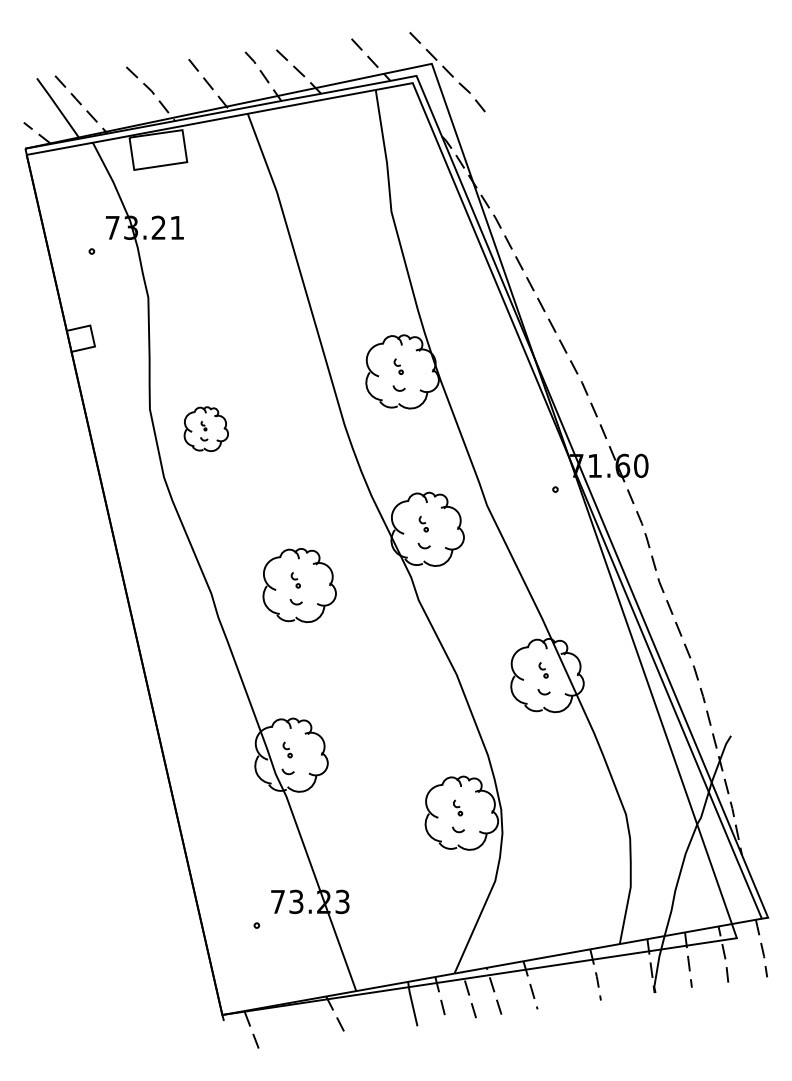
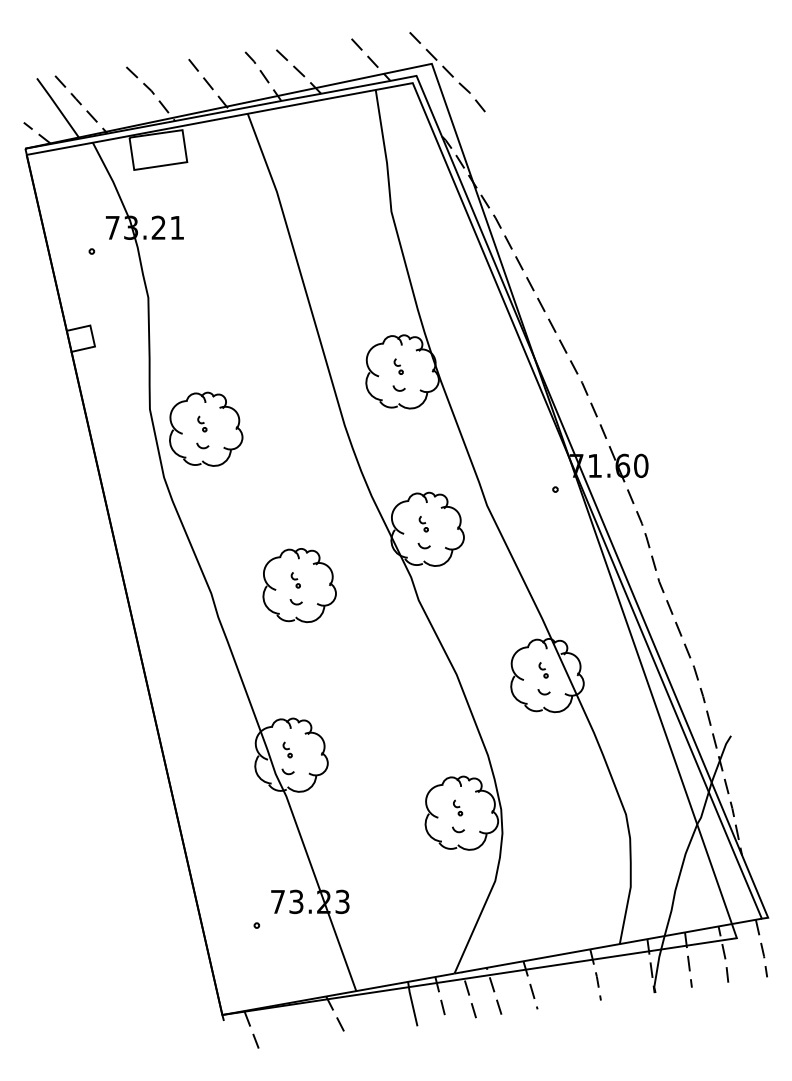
part at (205, 429) size: 46x47 px -> 75x76 px
